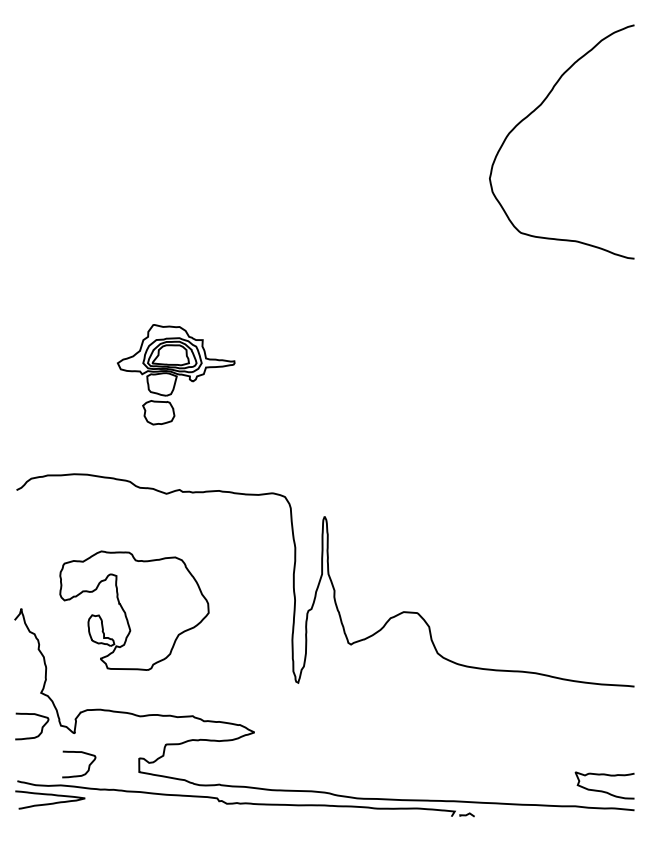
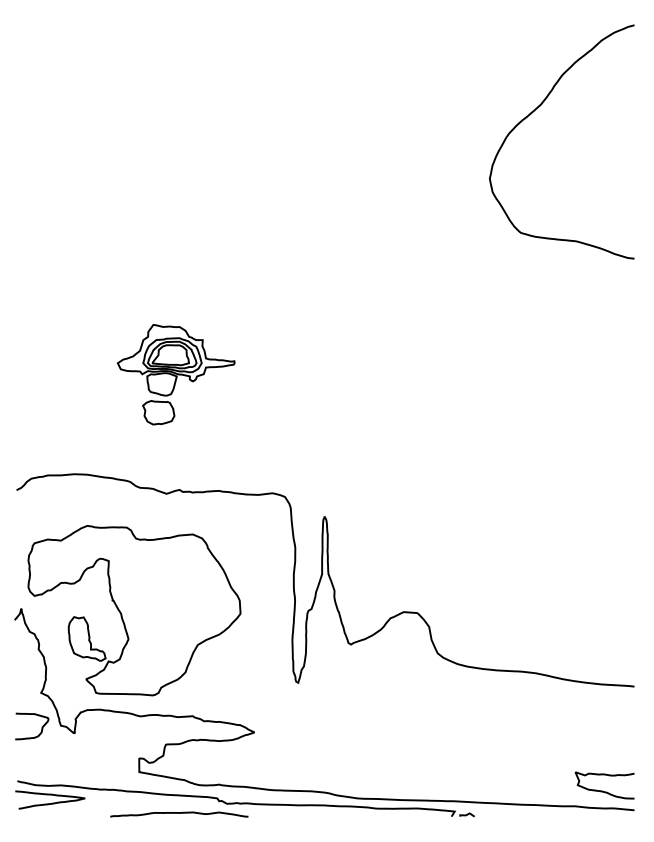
part at (134, 610) size: 151x121 px -> 215x172 px
curve at (88, 765): present -> none
curve at (179, 813): none -> present
